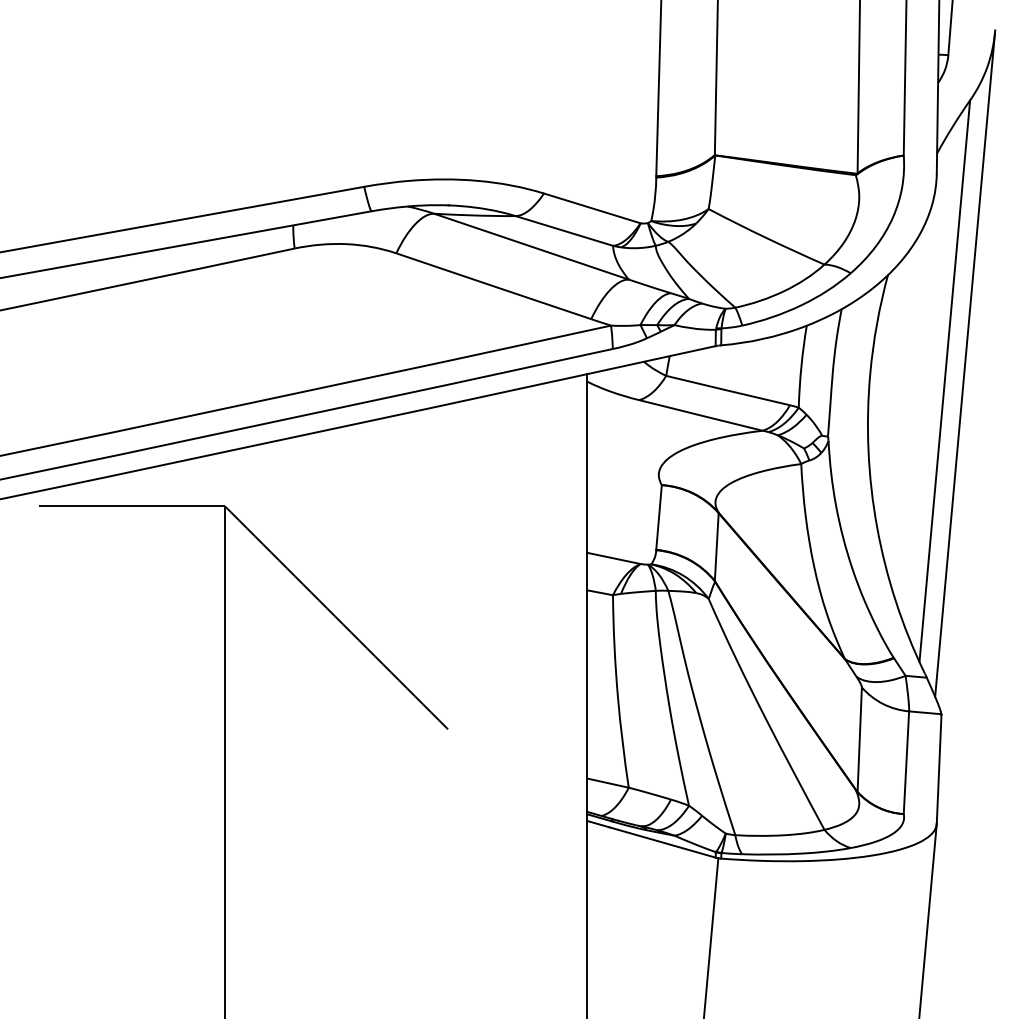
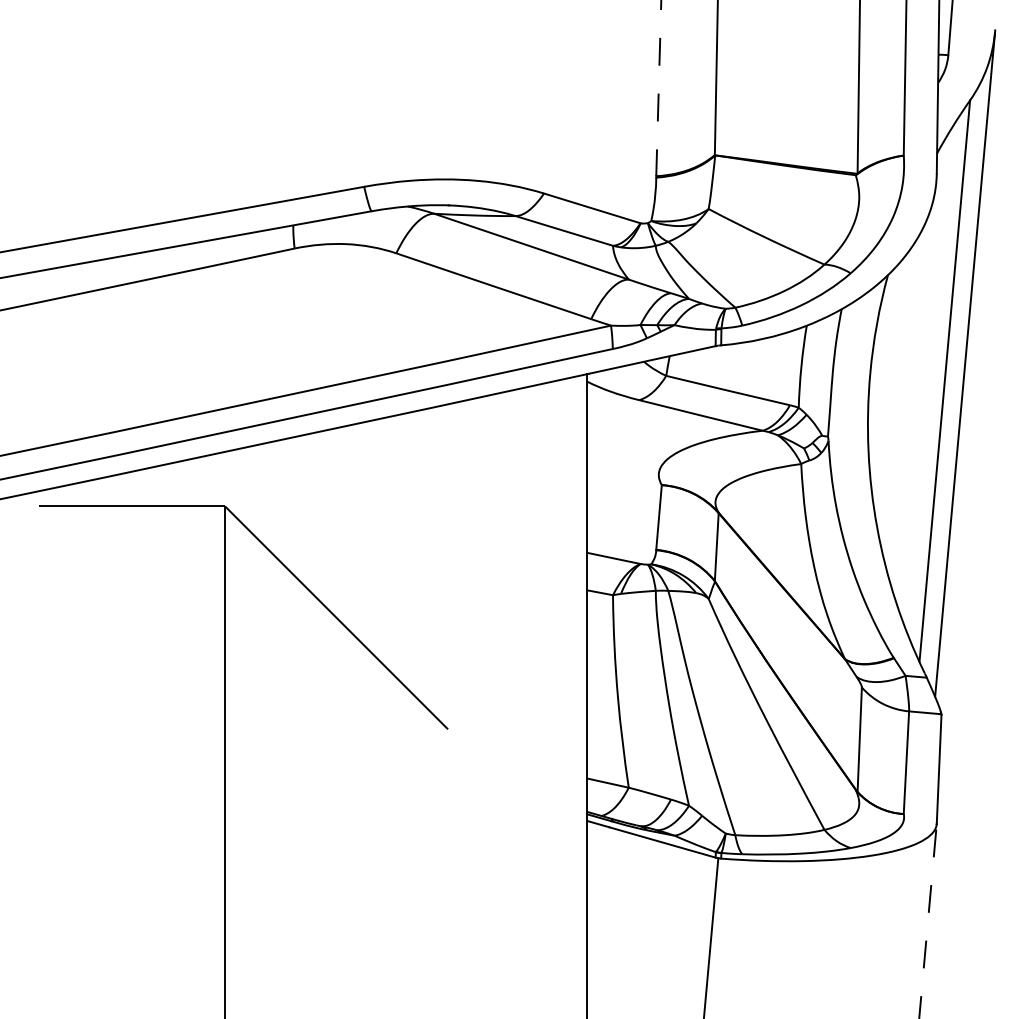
line at (658, 88): solid -> dashed
line at (928, 920): solid -> dashed
